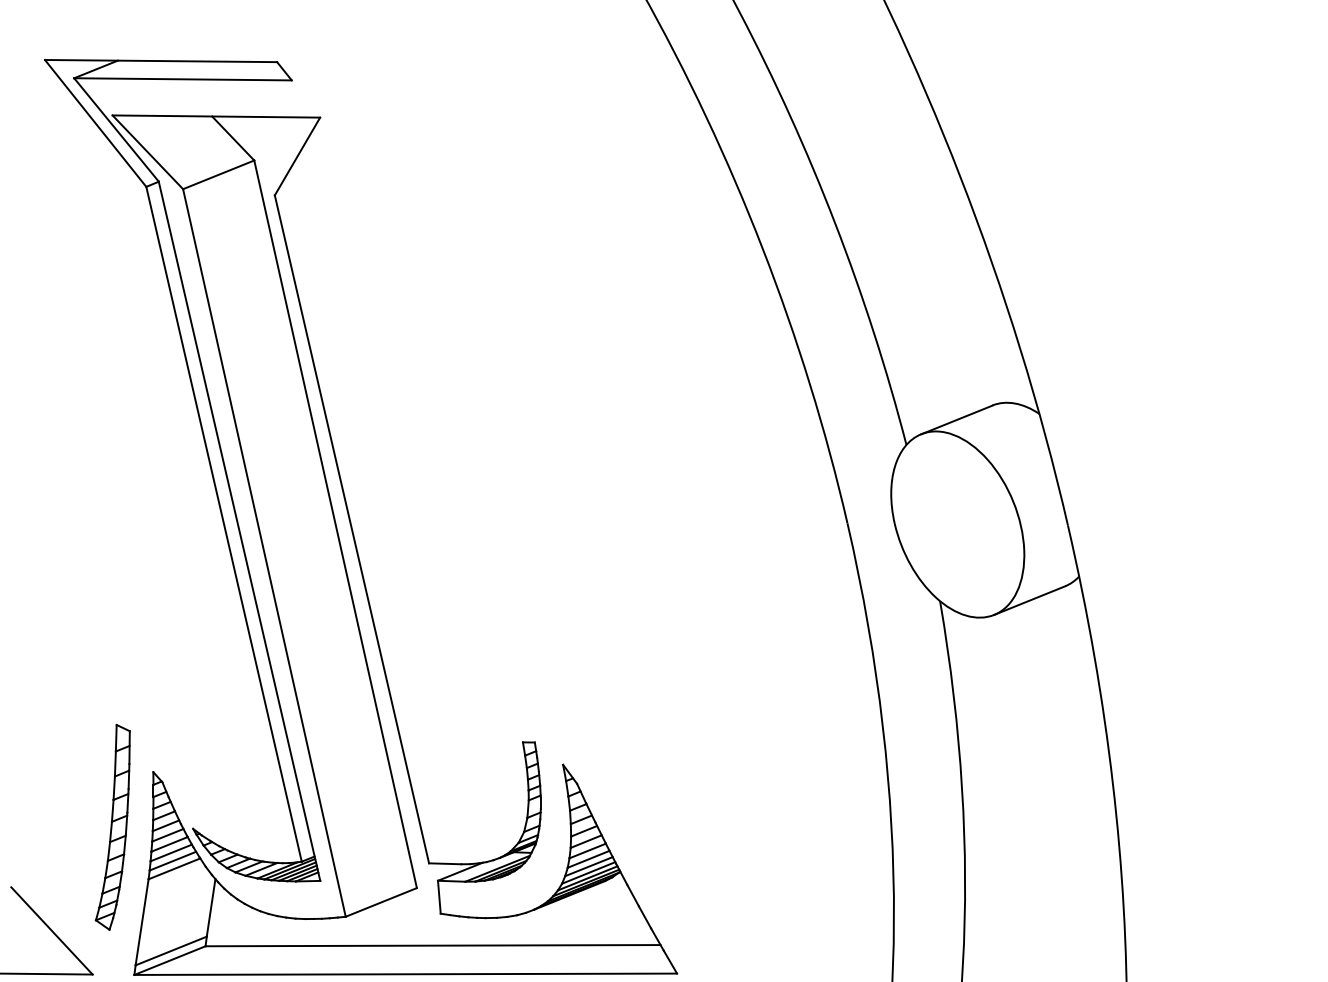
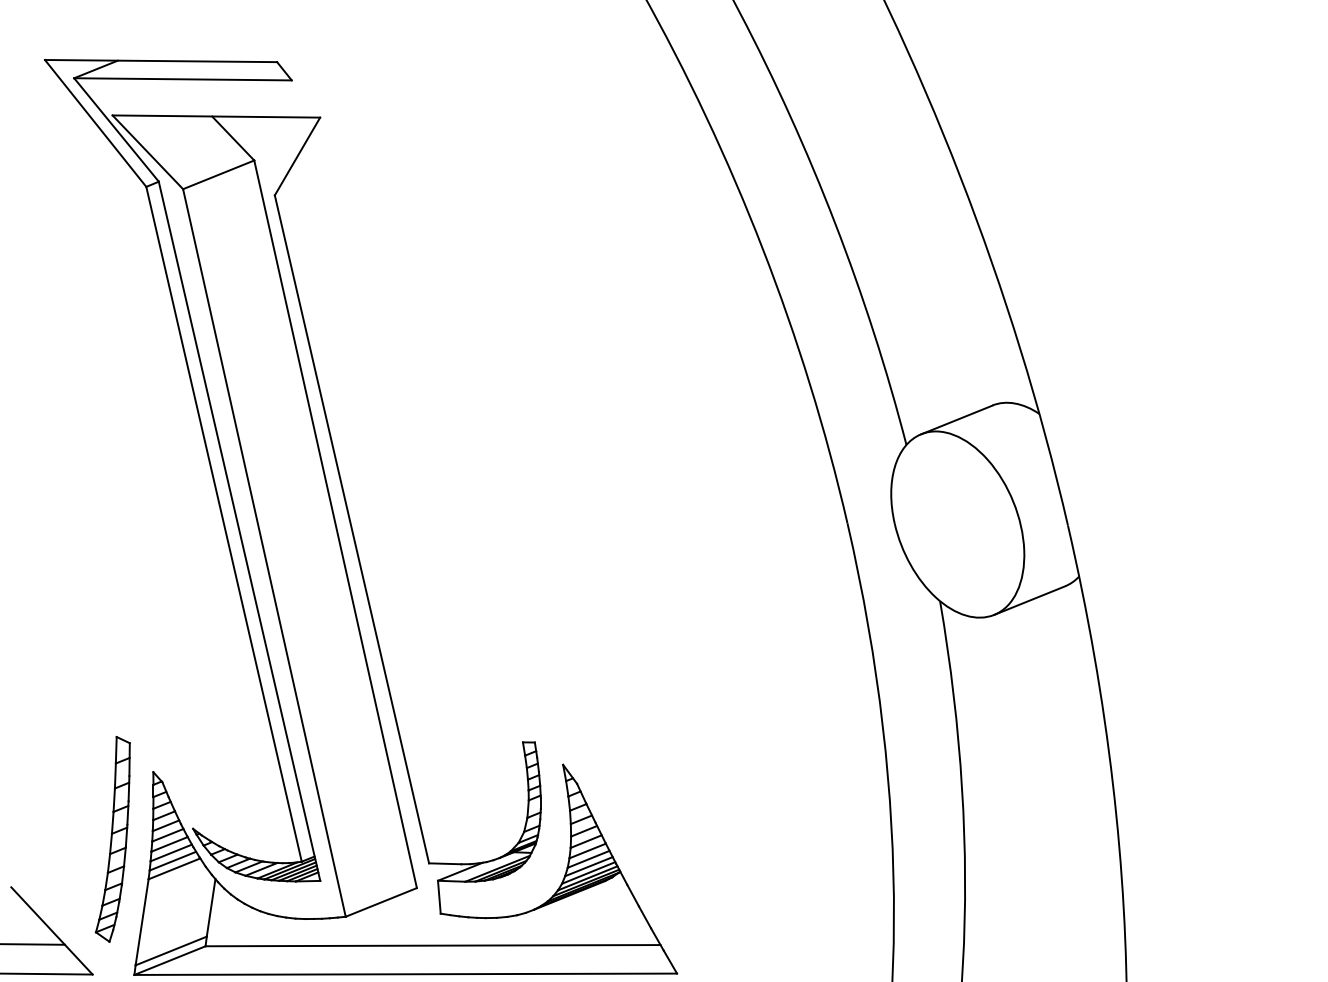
part at (112, 826) position: (112, 826) -> (112, 838)
line at (33, 944): none -> present
